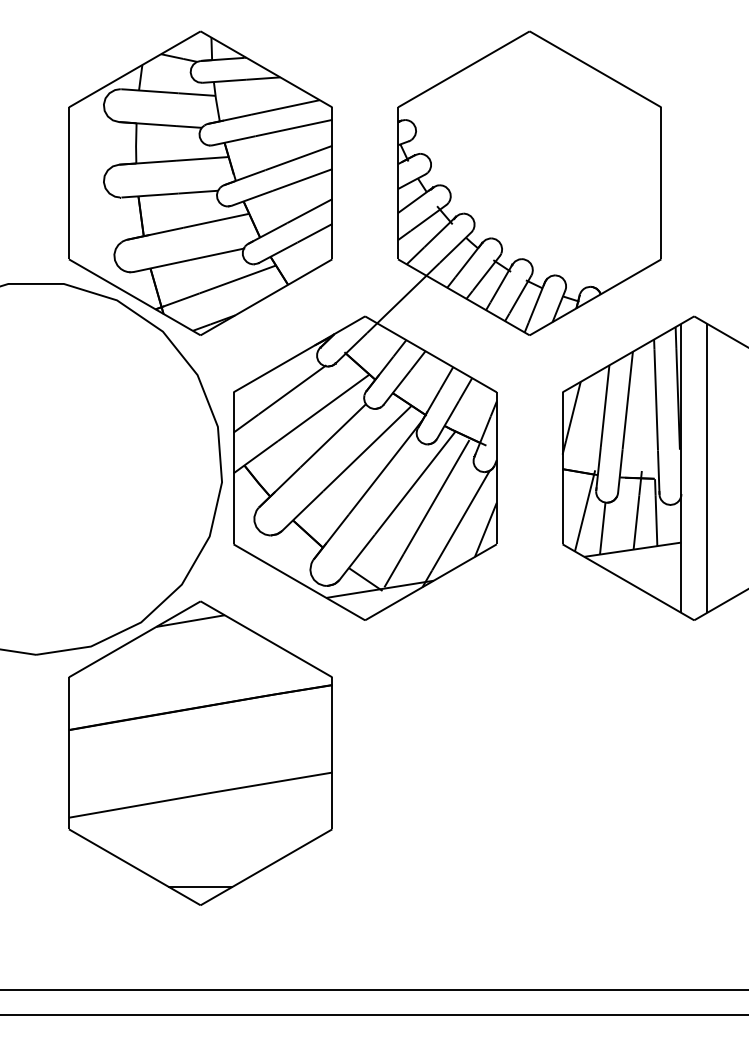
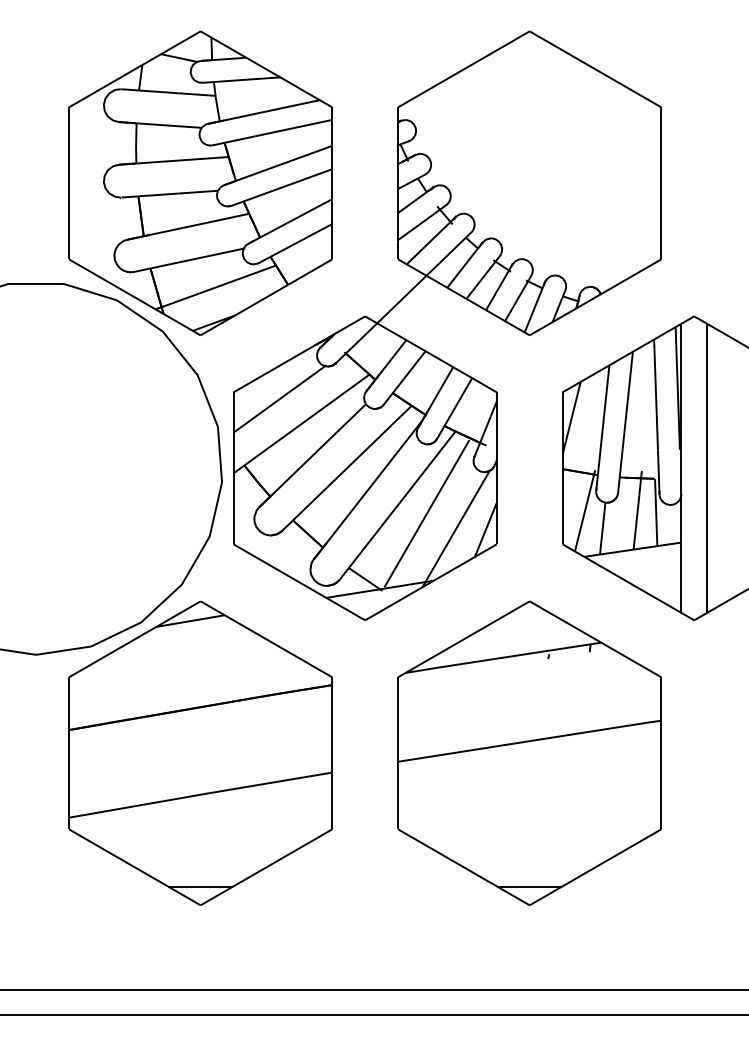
part at (529, 752): none -> present
